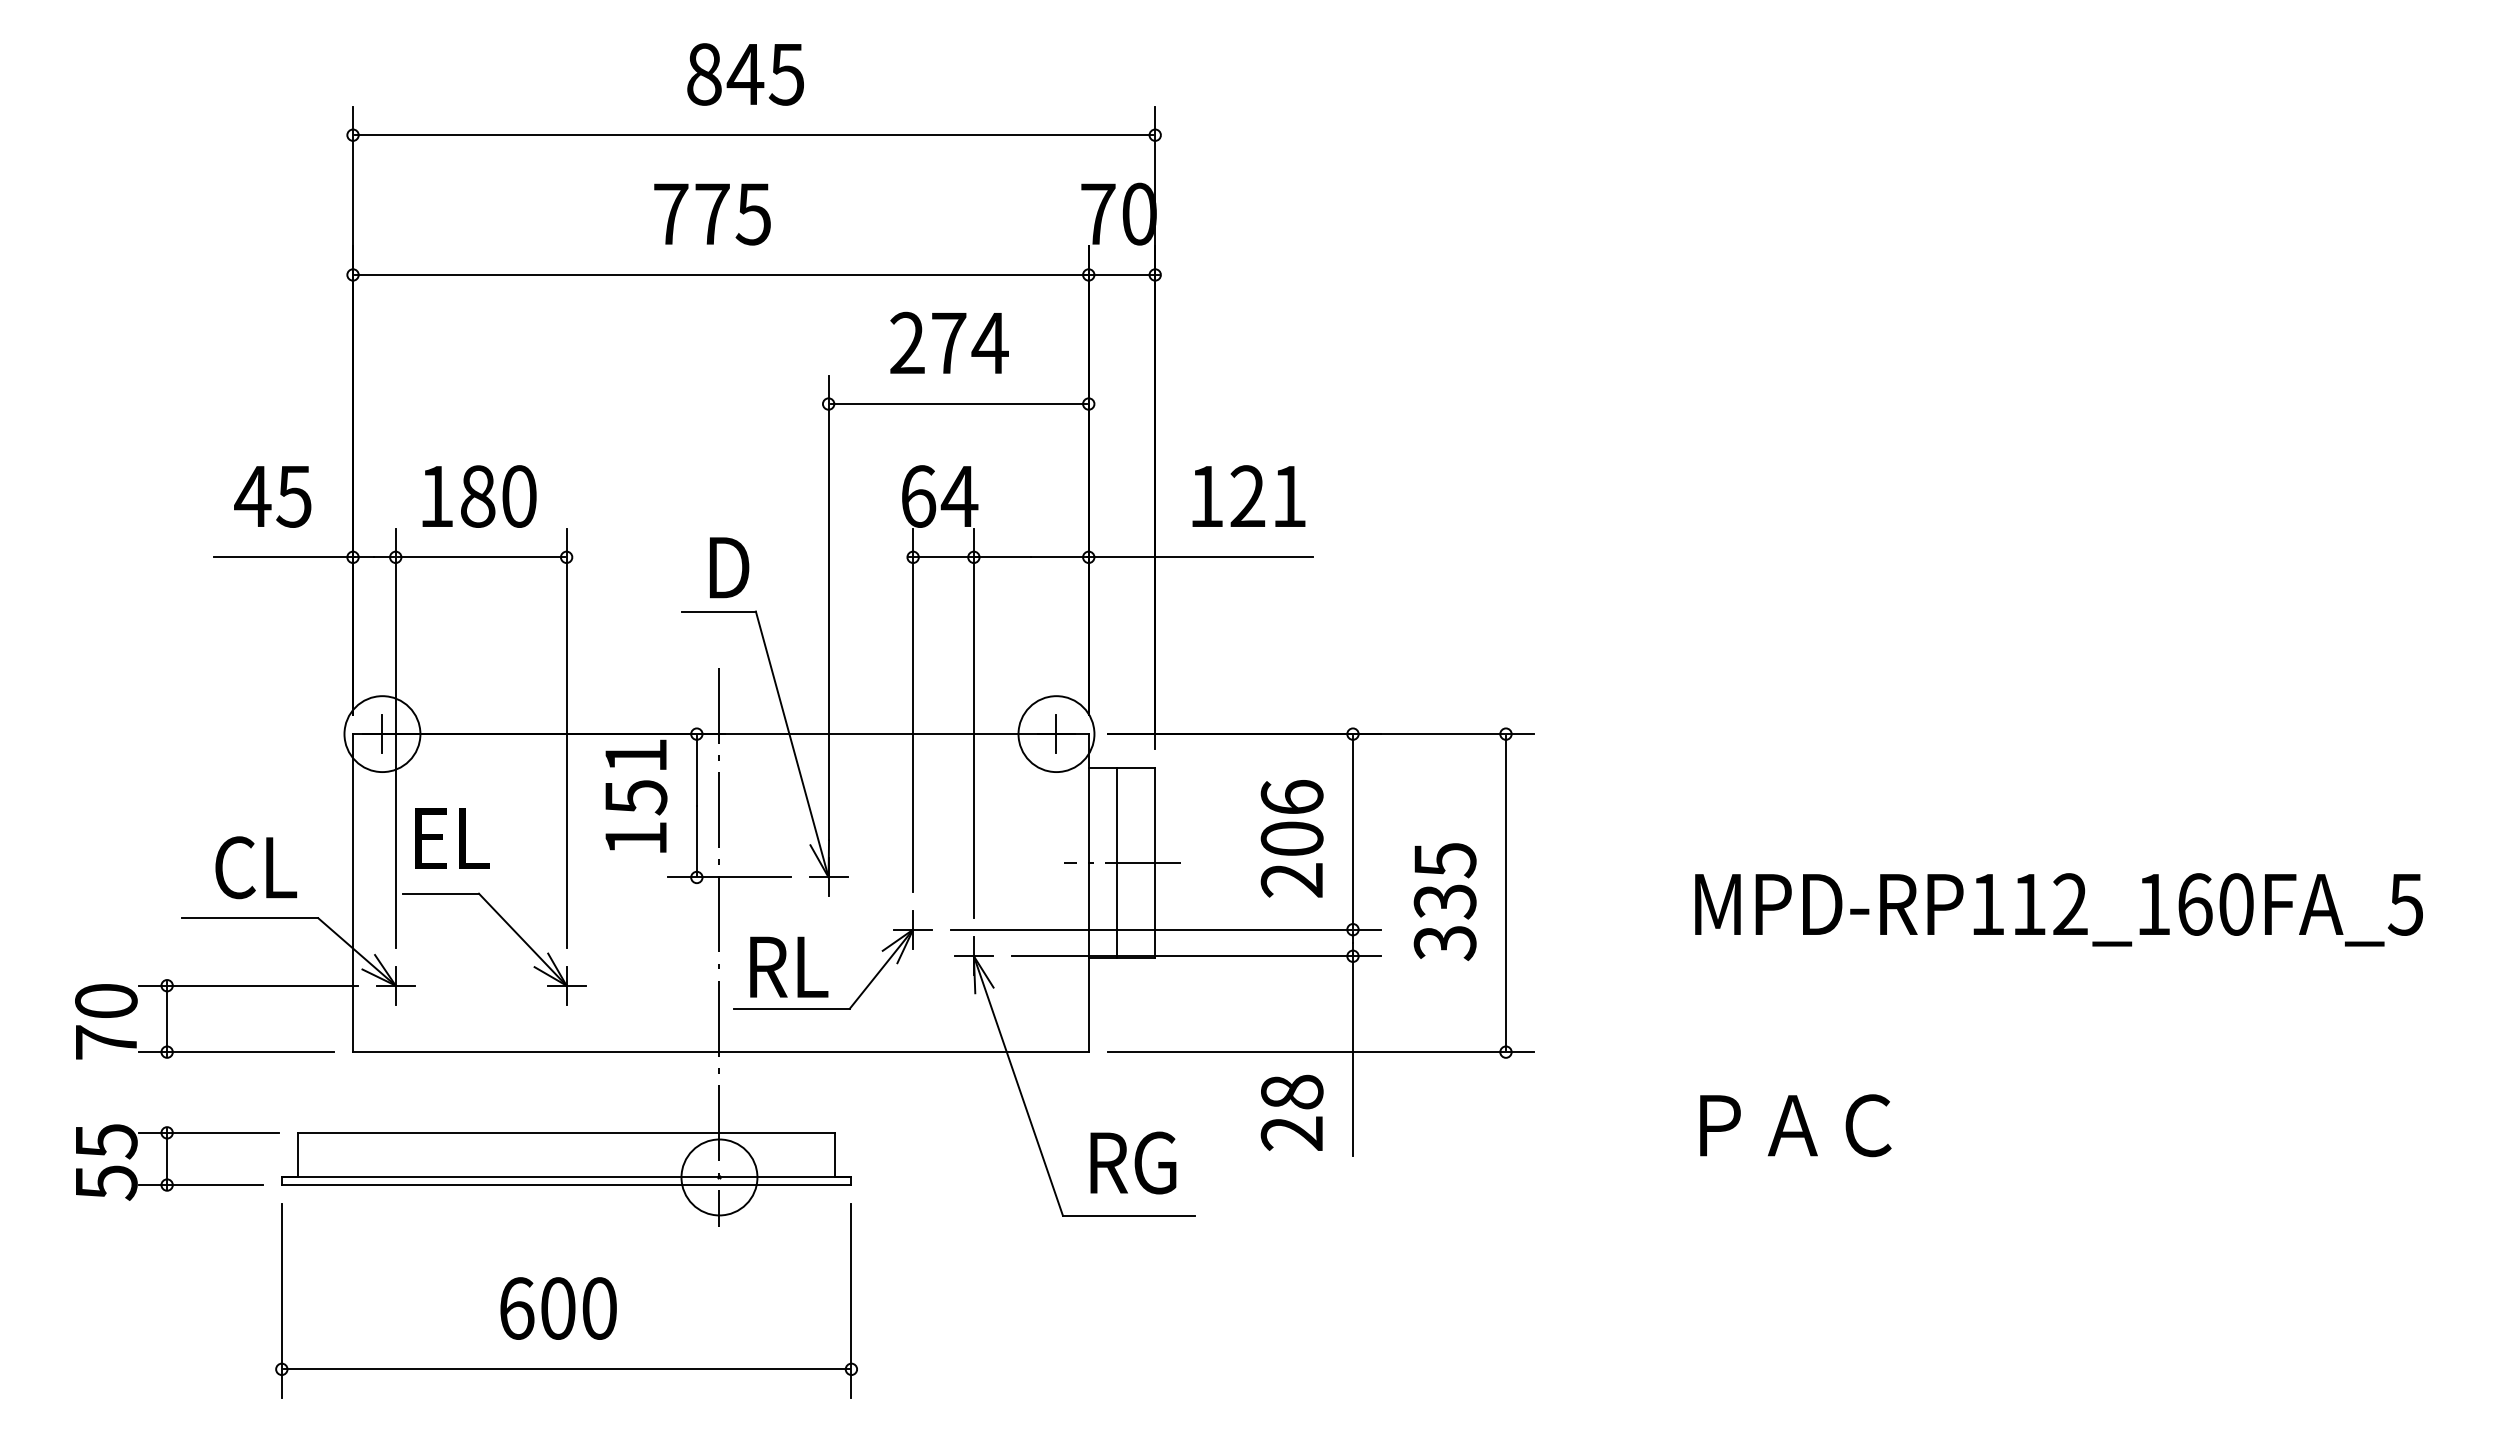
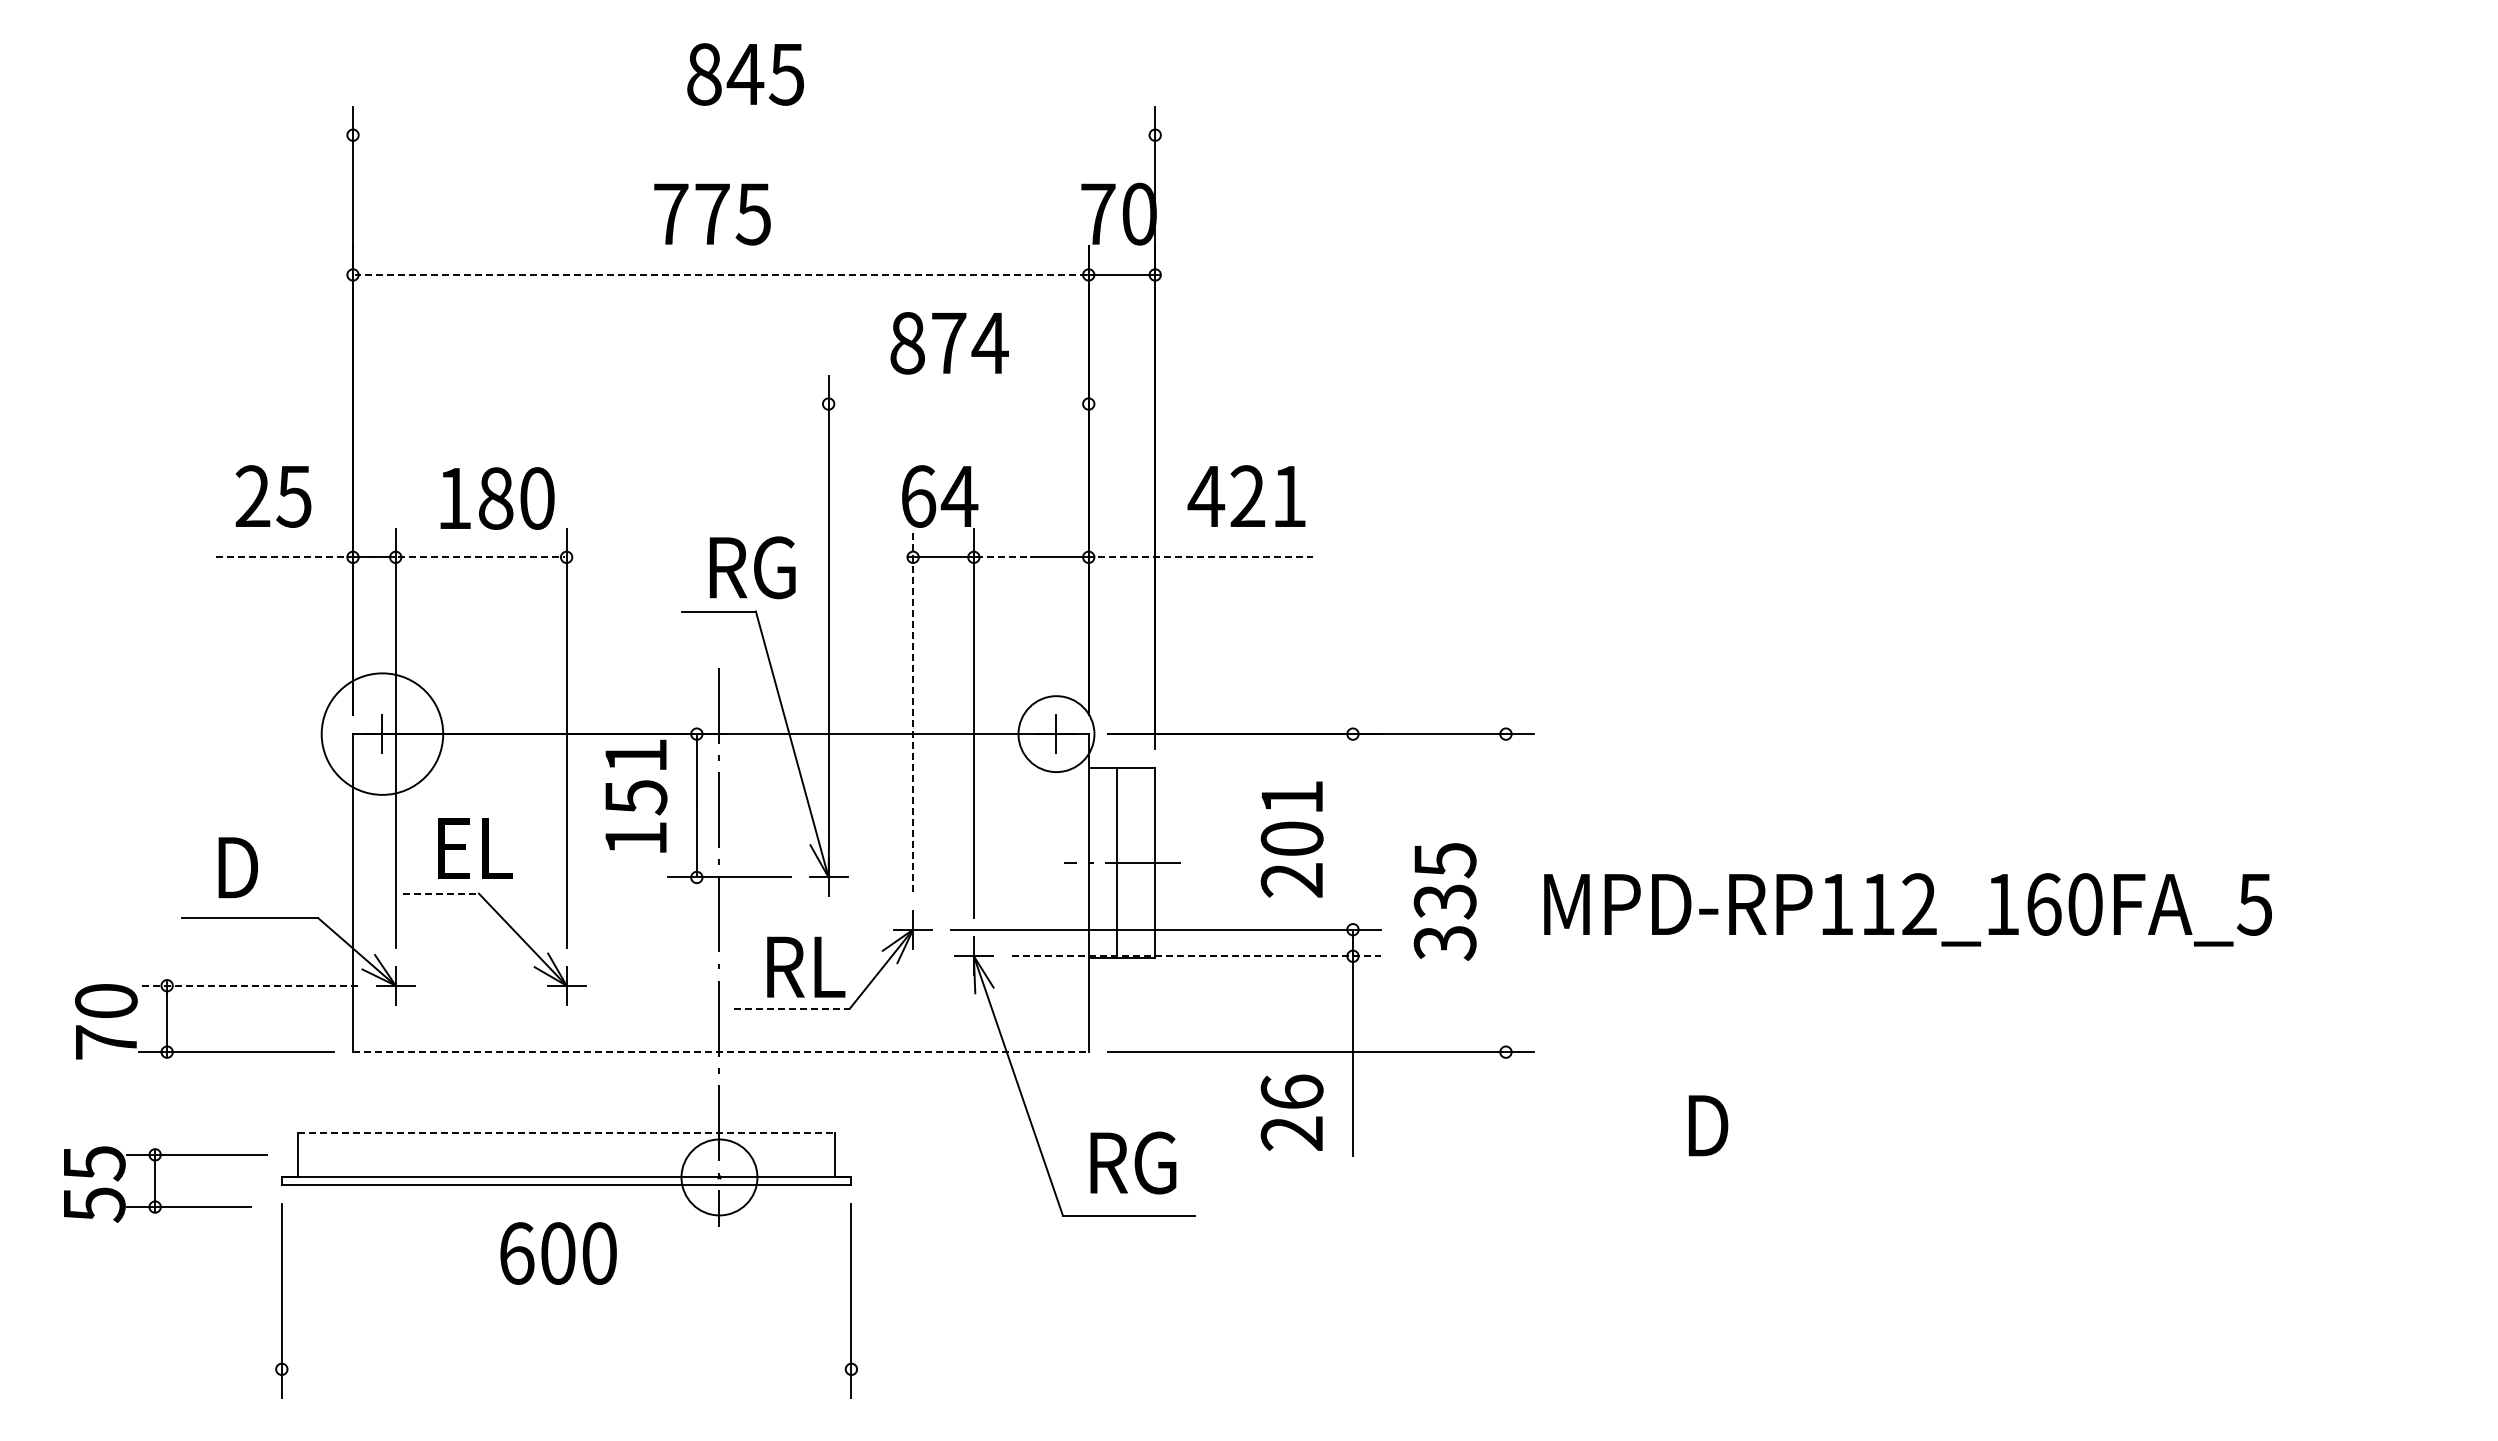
line at (753, 135): present -> none
line at (720, 274): solid -> dashed
text at (907, 342): 274 -> 874
line at (958, 404): present -> none
text at (252, 495): 45 -> 25
text at (479, 496) position: (479, 496) -> (497, 498)
text at (1206, 496): 121 -> 421
line at (283, 557): solid -> dashed
line at (481, 557): solid -> dashed
line at (1003, 557): solid -> dashed
line at (1199, 557): solid -> dashed
text at (755, 567): D -> RG
line at (913, 709): solid -> dashed
circle at (382, 734) diameter: 76 px -> 122 px
text at (1291, 796): 206 -> 201
line at (1353, 831): present -> none
text at (452, 838) position: (452, 838) -> (475, 848)
text at (256, 867): CL -> D
line at (441, 893): solid -> dashed
line at (1505, 893): present -> none
text at (2058, 909) position: (2058, 909) -> (1907, 909)
line at (1196, 956): solid -> dashed
text at (789, 966) position: (789, 966) -> (806, 966)
line at (248, 985): solid -> dashed
line at (792, 1008): solid -> dashed
line at (720, 1052): solid -> dashed
text at (1291, 1091): 28 -> 26
text at (1789, 1125): ＰＡＣ -> D
line at (566, 1132): solid -> dashed
part at (167, 1162) position: (167, 1162) -> (155, 1184)
text at (558, 1308) position: (558, 1308) -> (558, 1253)
line at (566, 1369): present -> none
